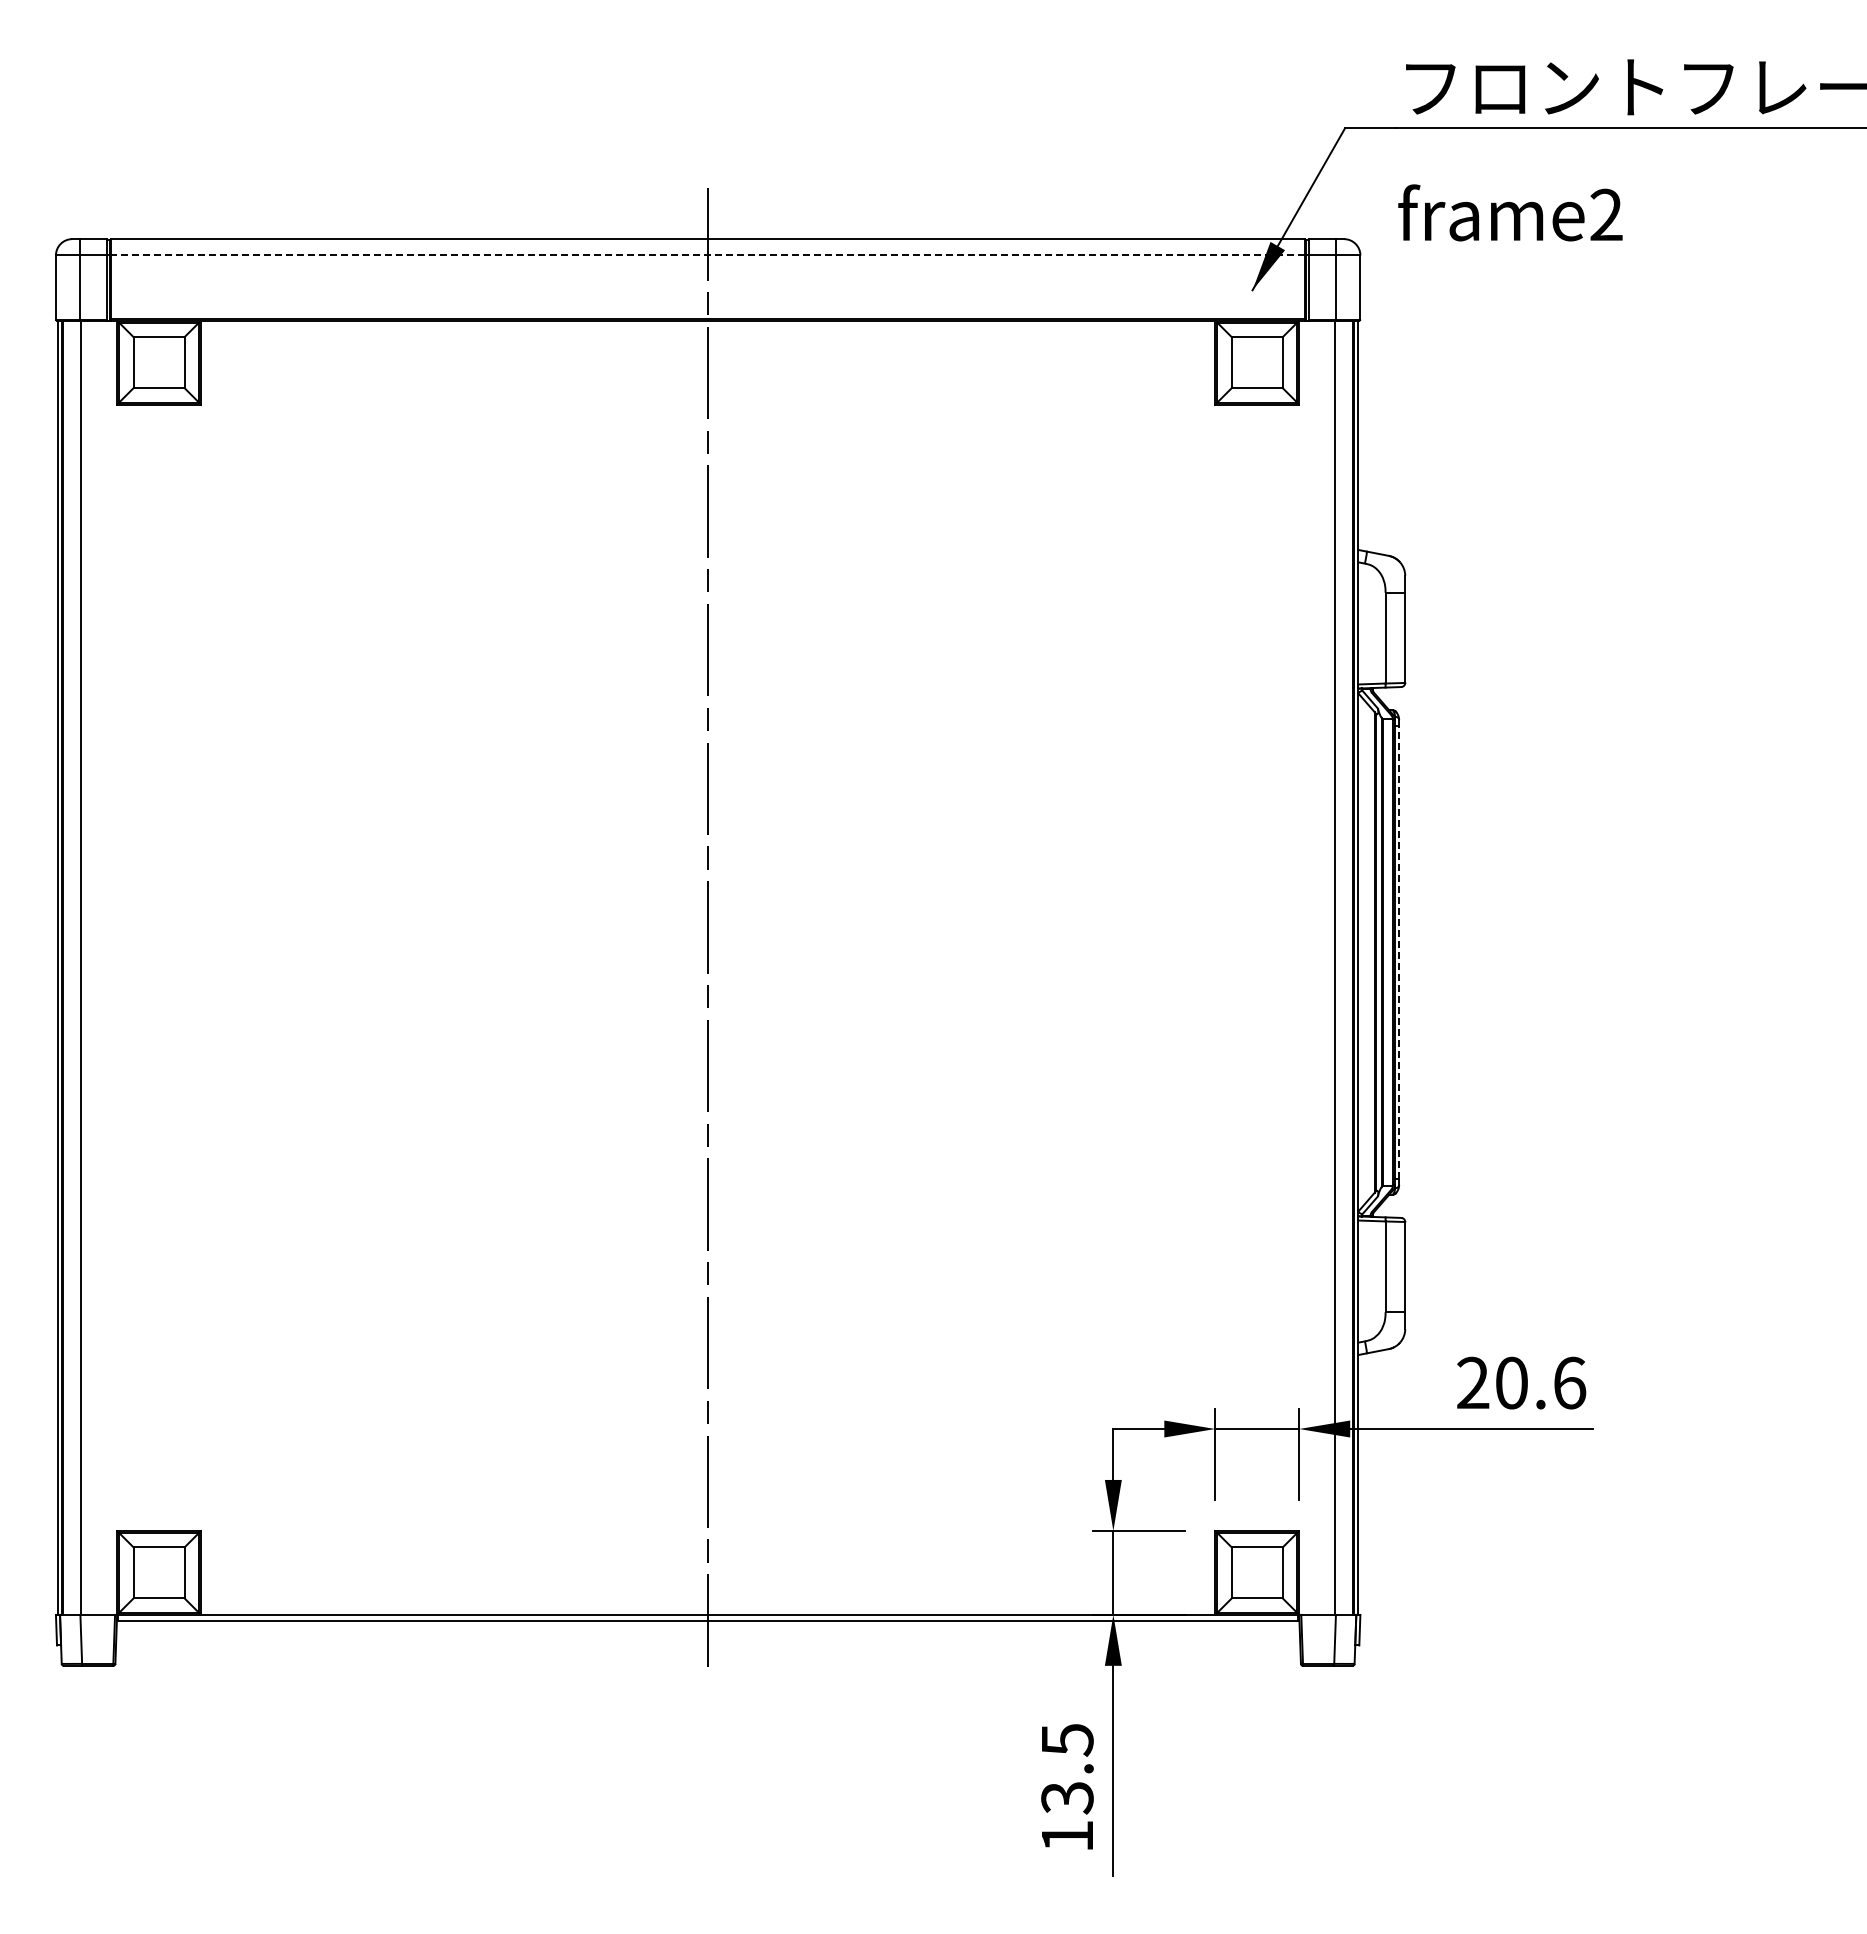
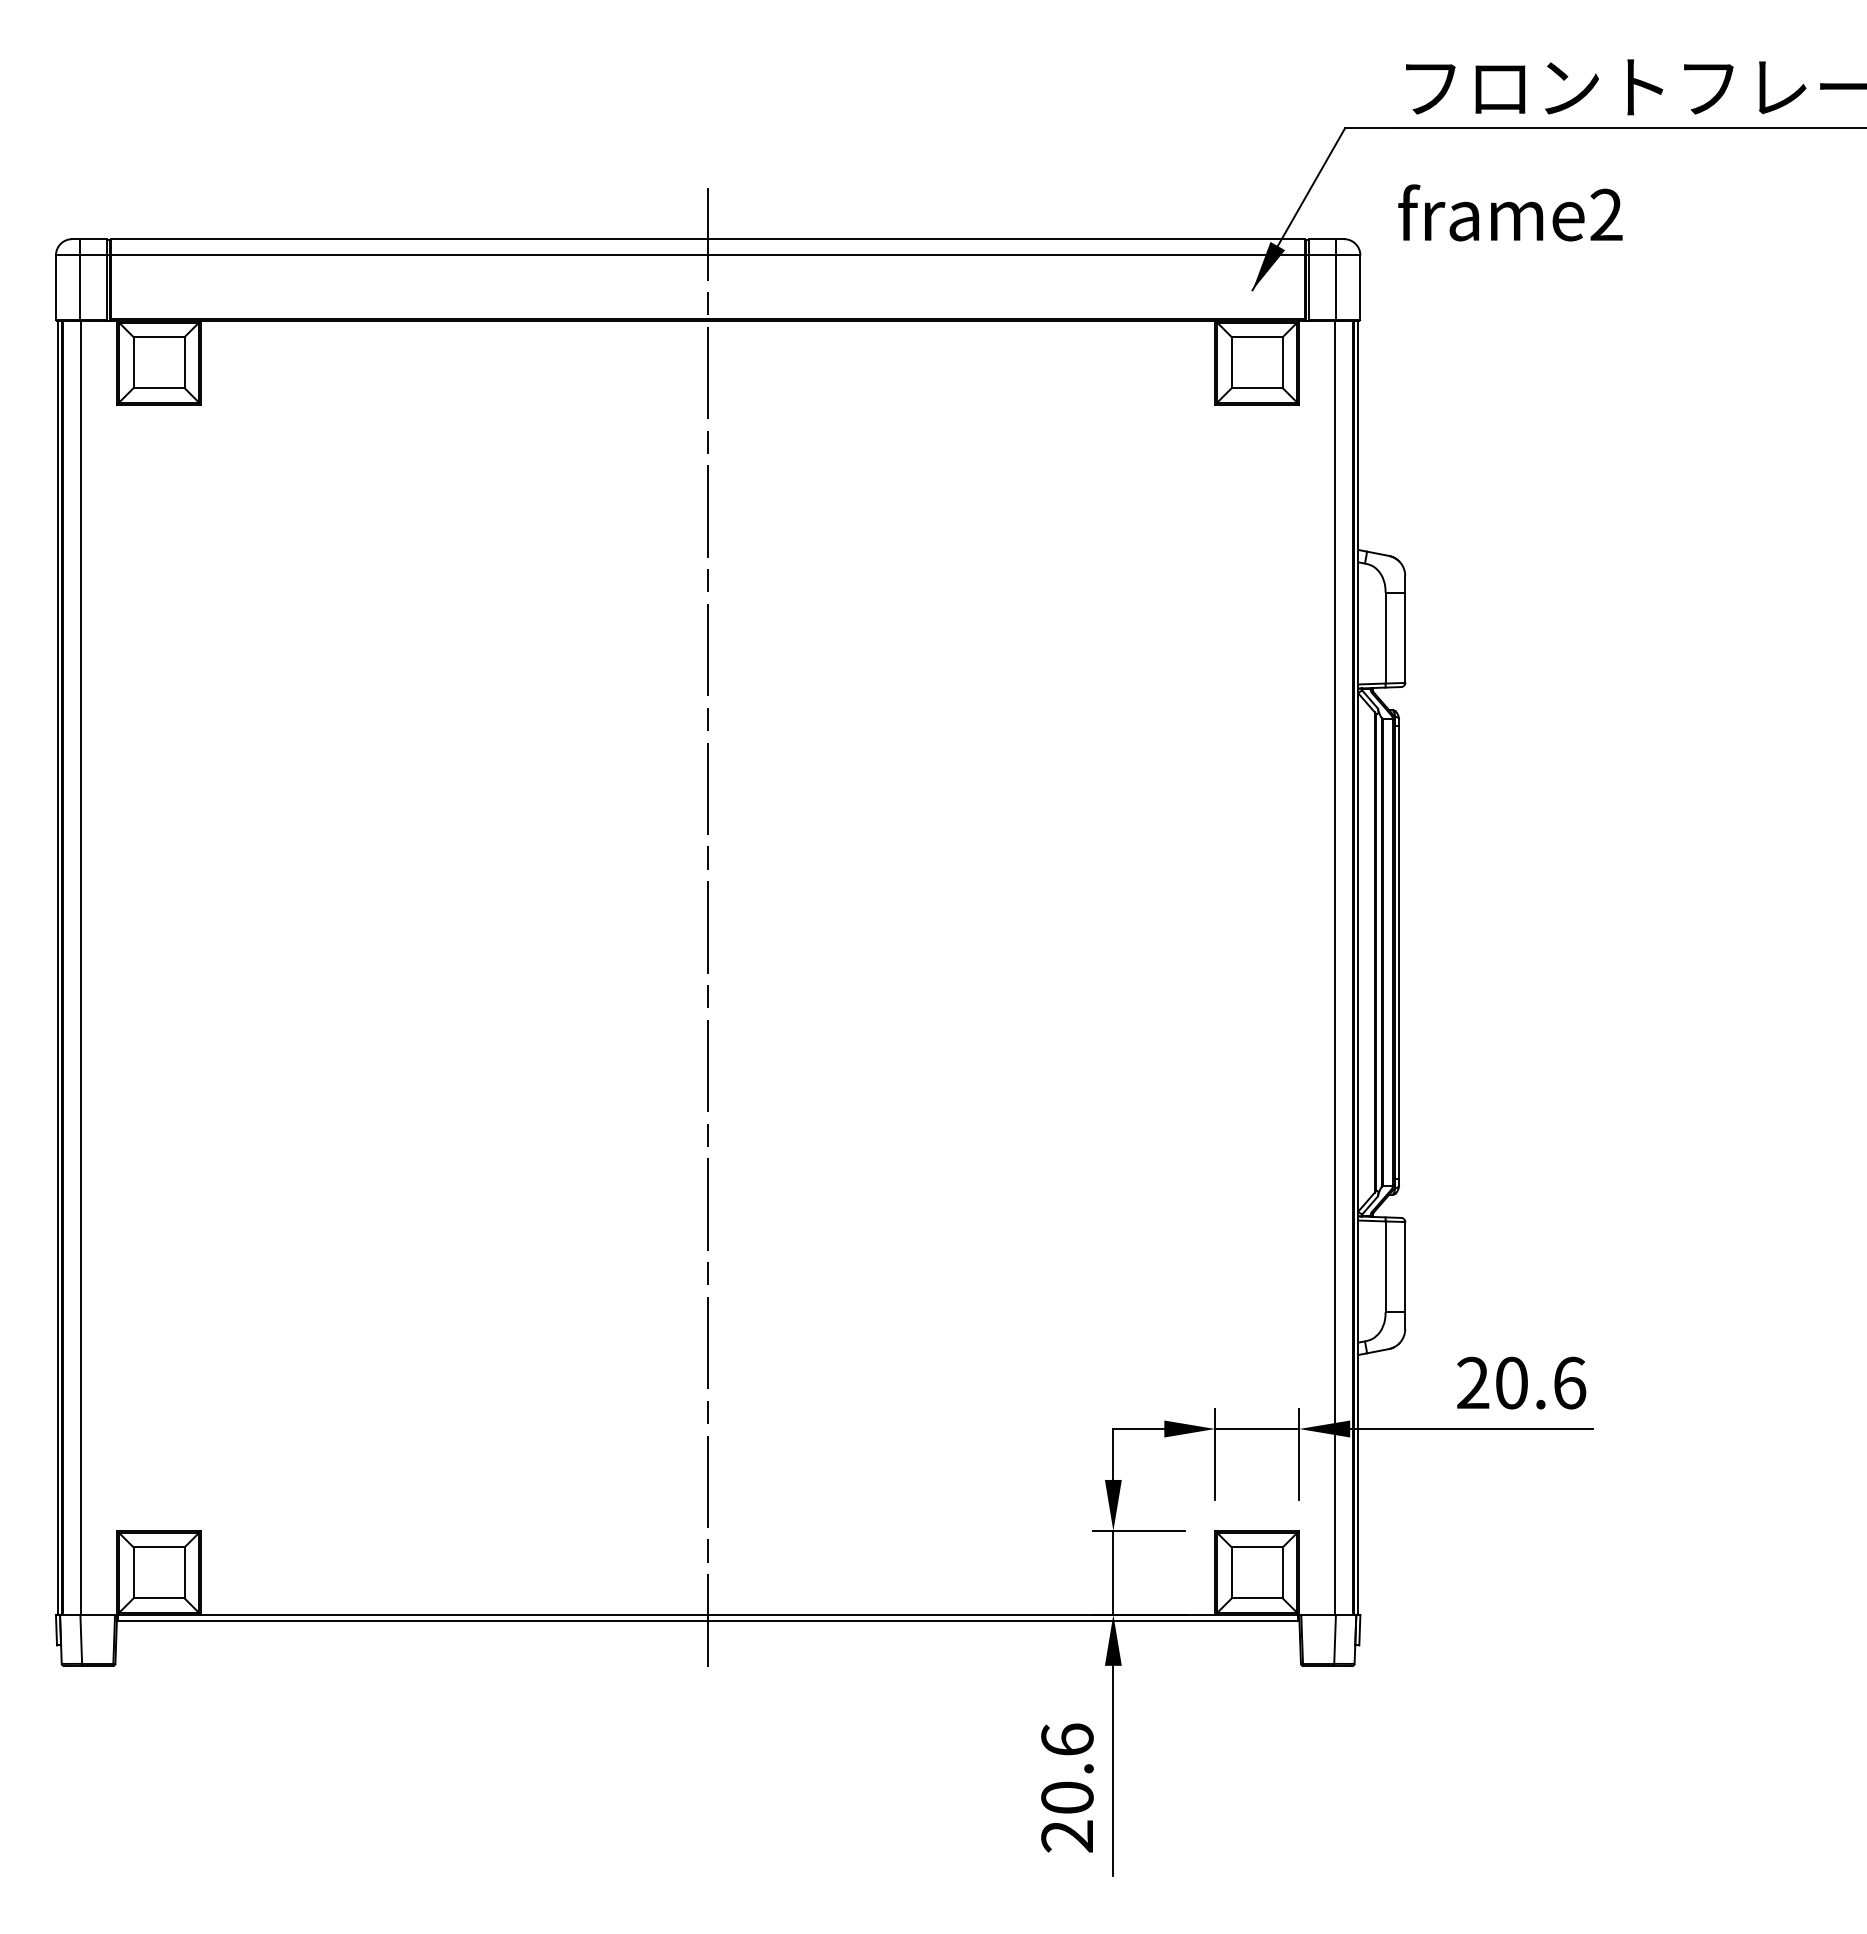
line at (707, 255): dashed -> solid
line at (1399, 952): dashed -> solid
text at (1067, 1787): 13.5 -> 20.6
